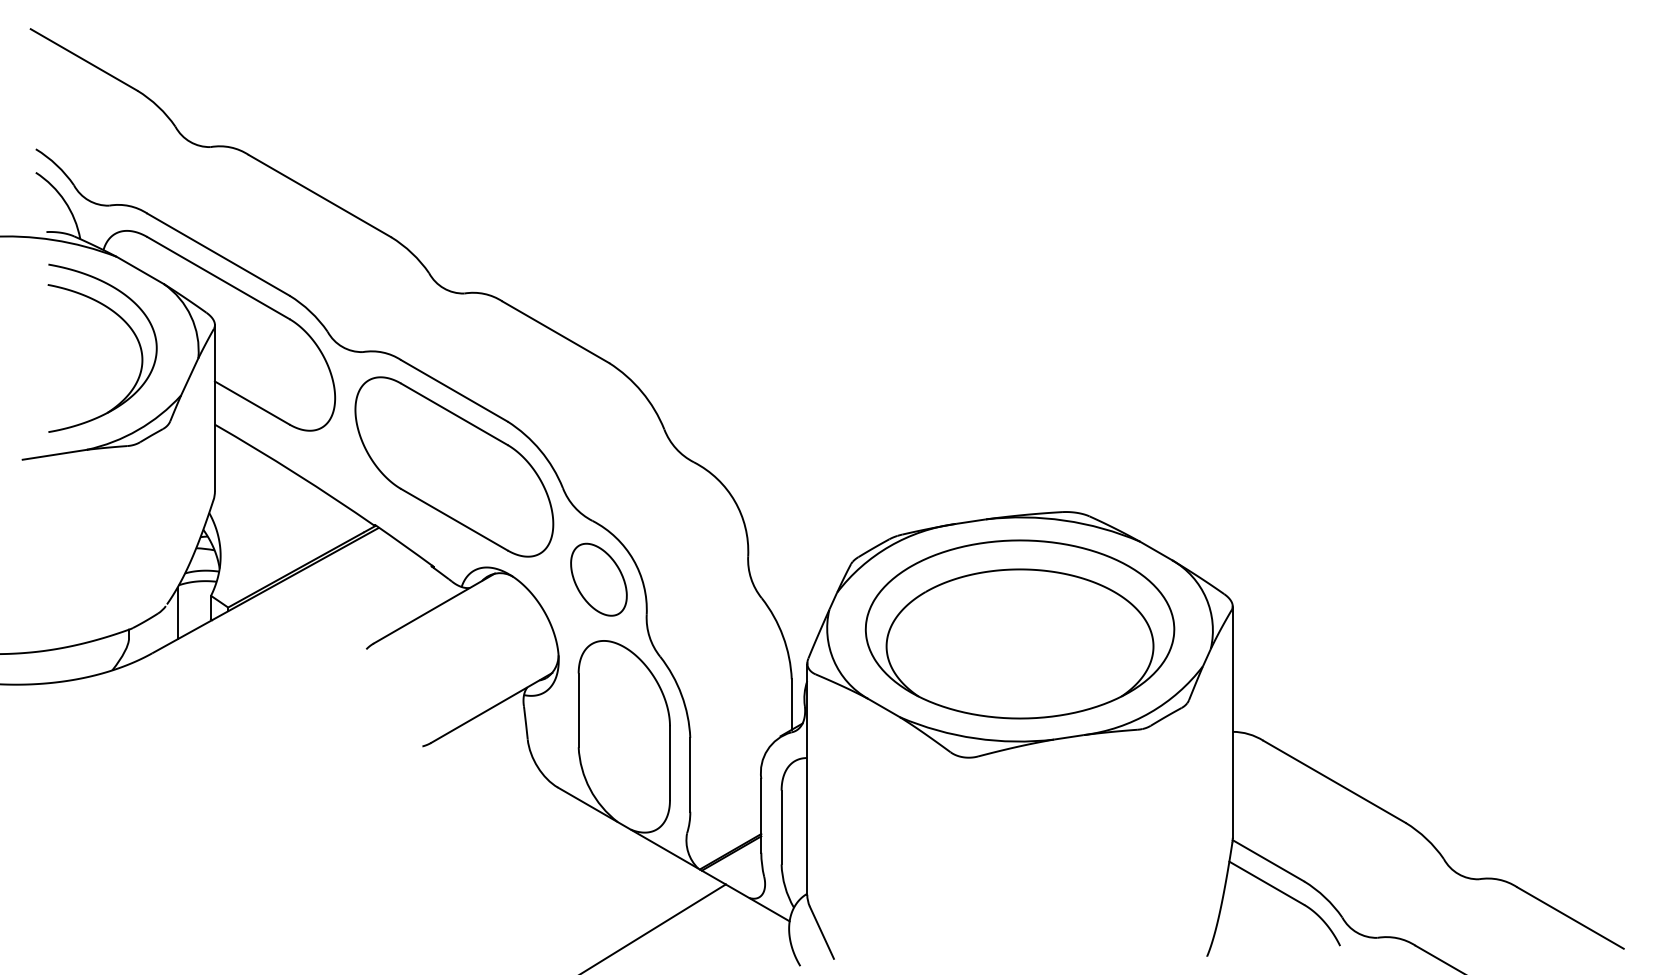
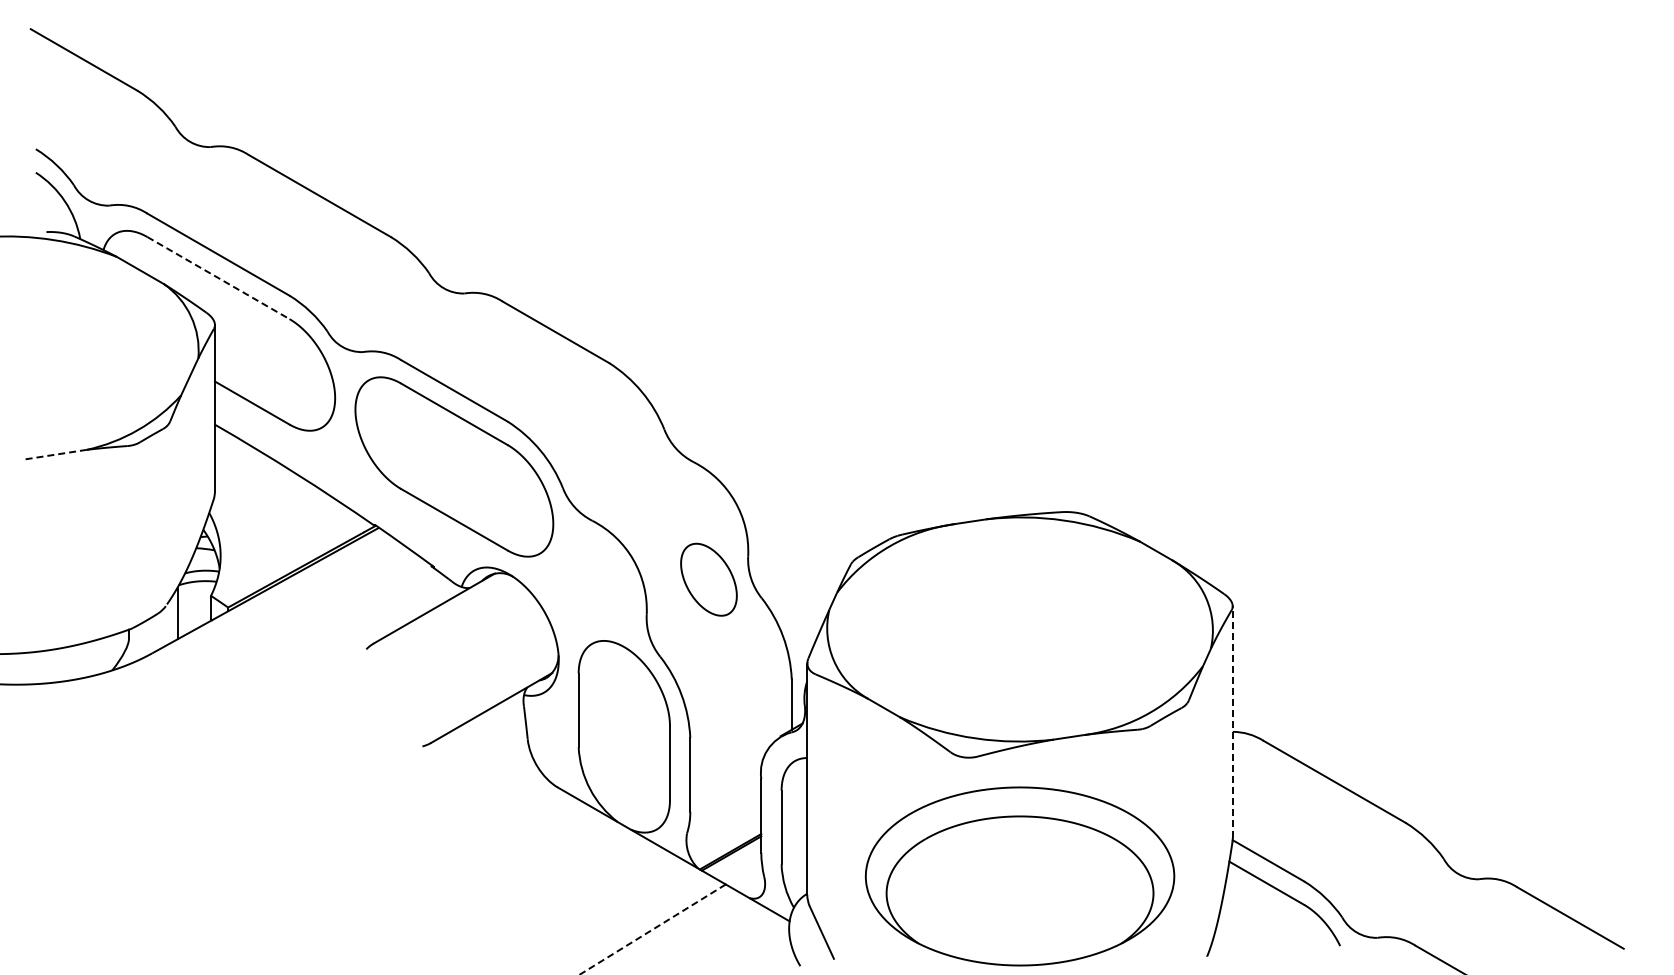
line at (218, 278): solid -> dashed
part at (129, 328): present -> none
line at (54, 454): solid -> dashed
part at (598, 579) position: (598, 579) -> (708, 579)
part at (1019, 629) position: (1019, 629) -> (1019, 876)
line at (1232, 722): solid -> dashed
line at (652, 929): solid -> dashed
